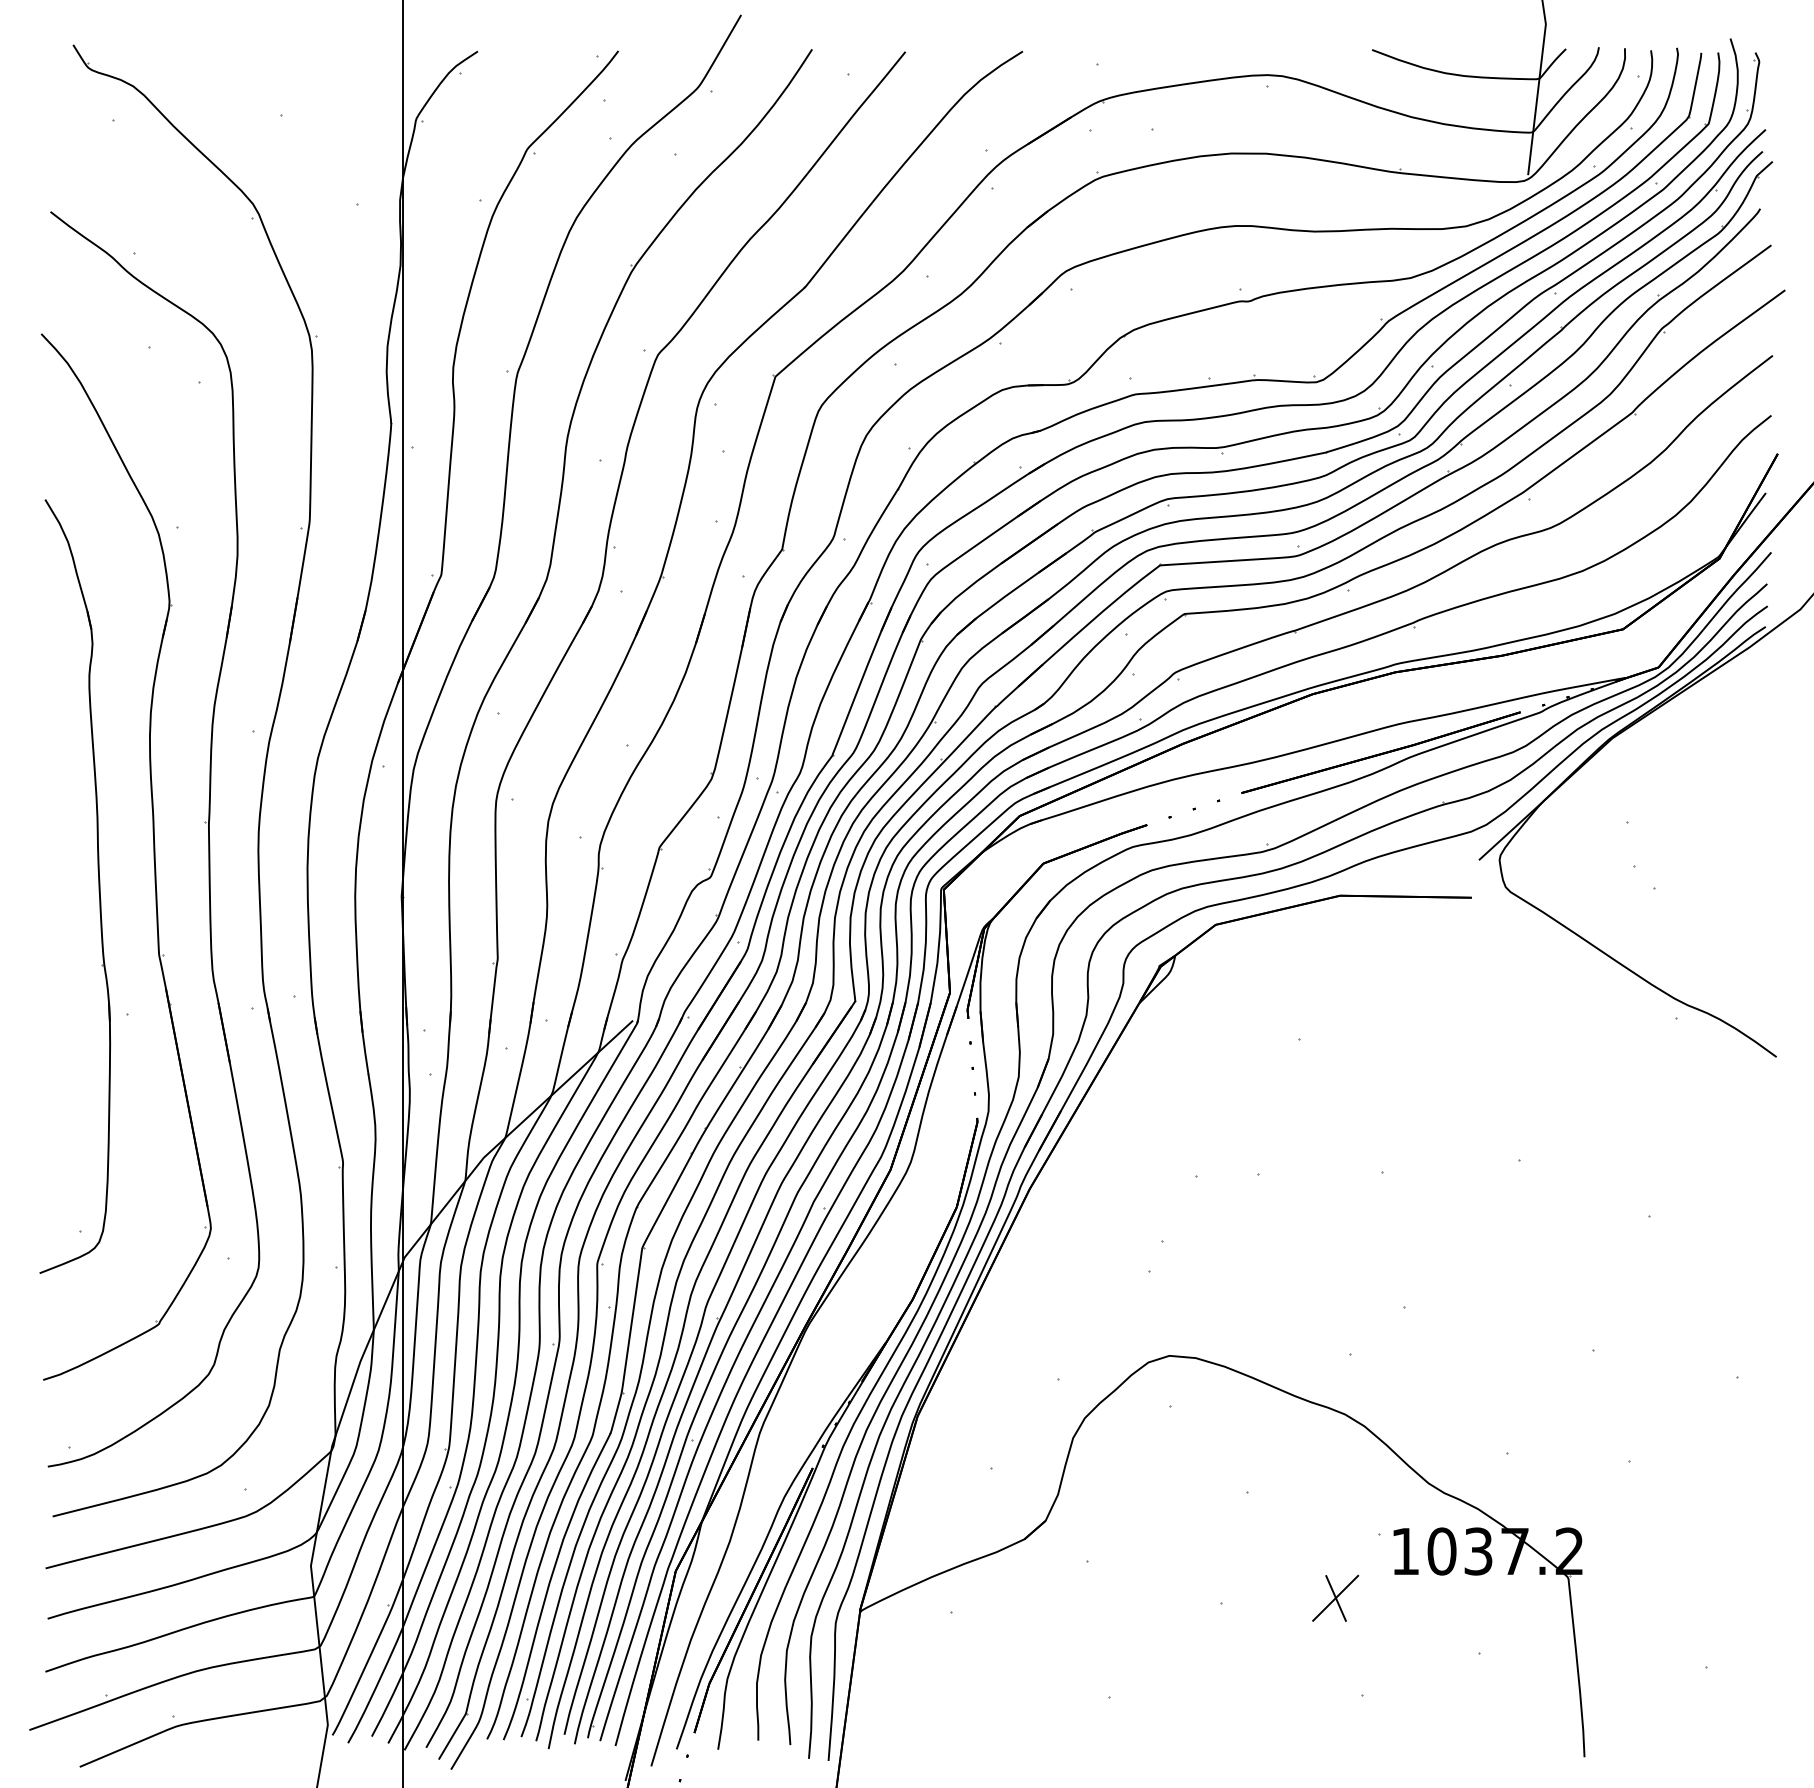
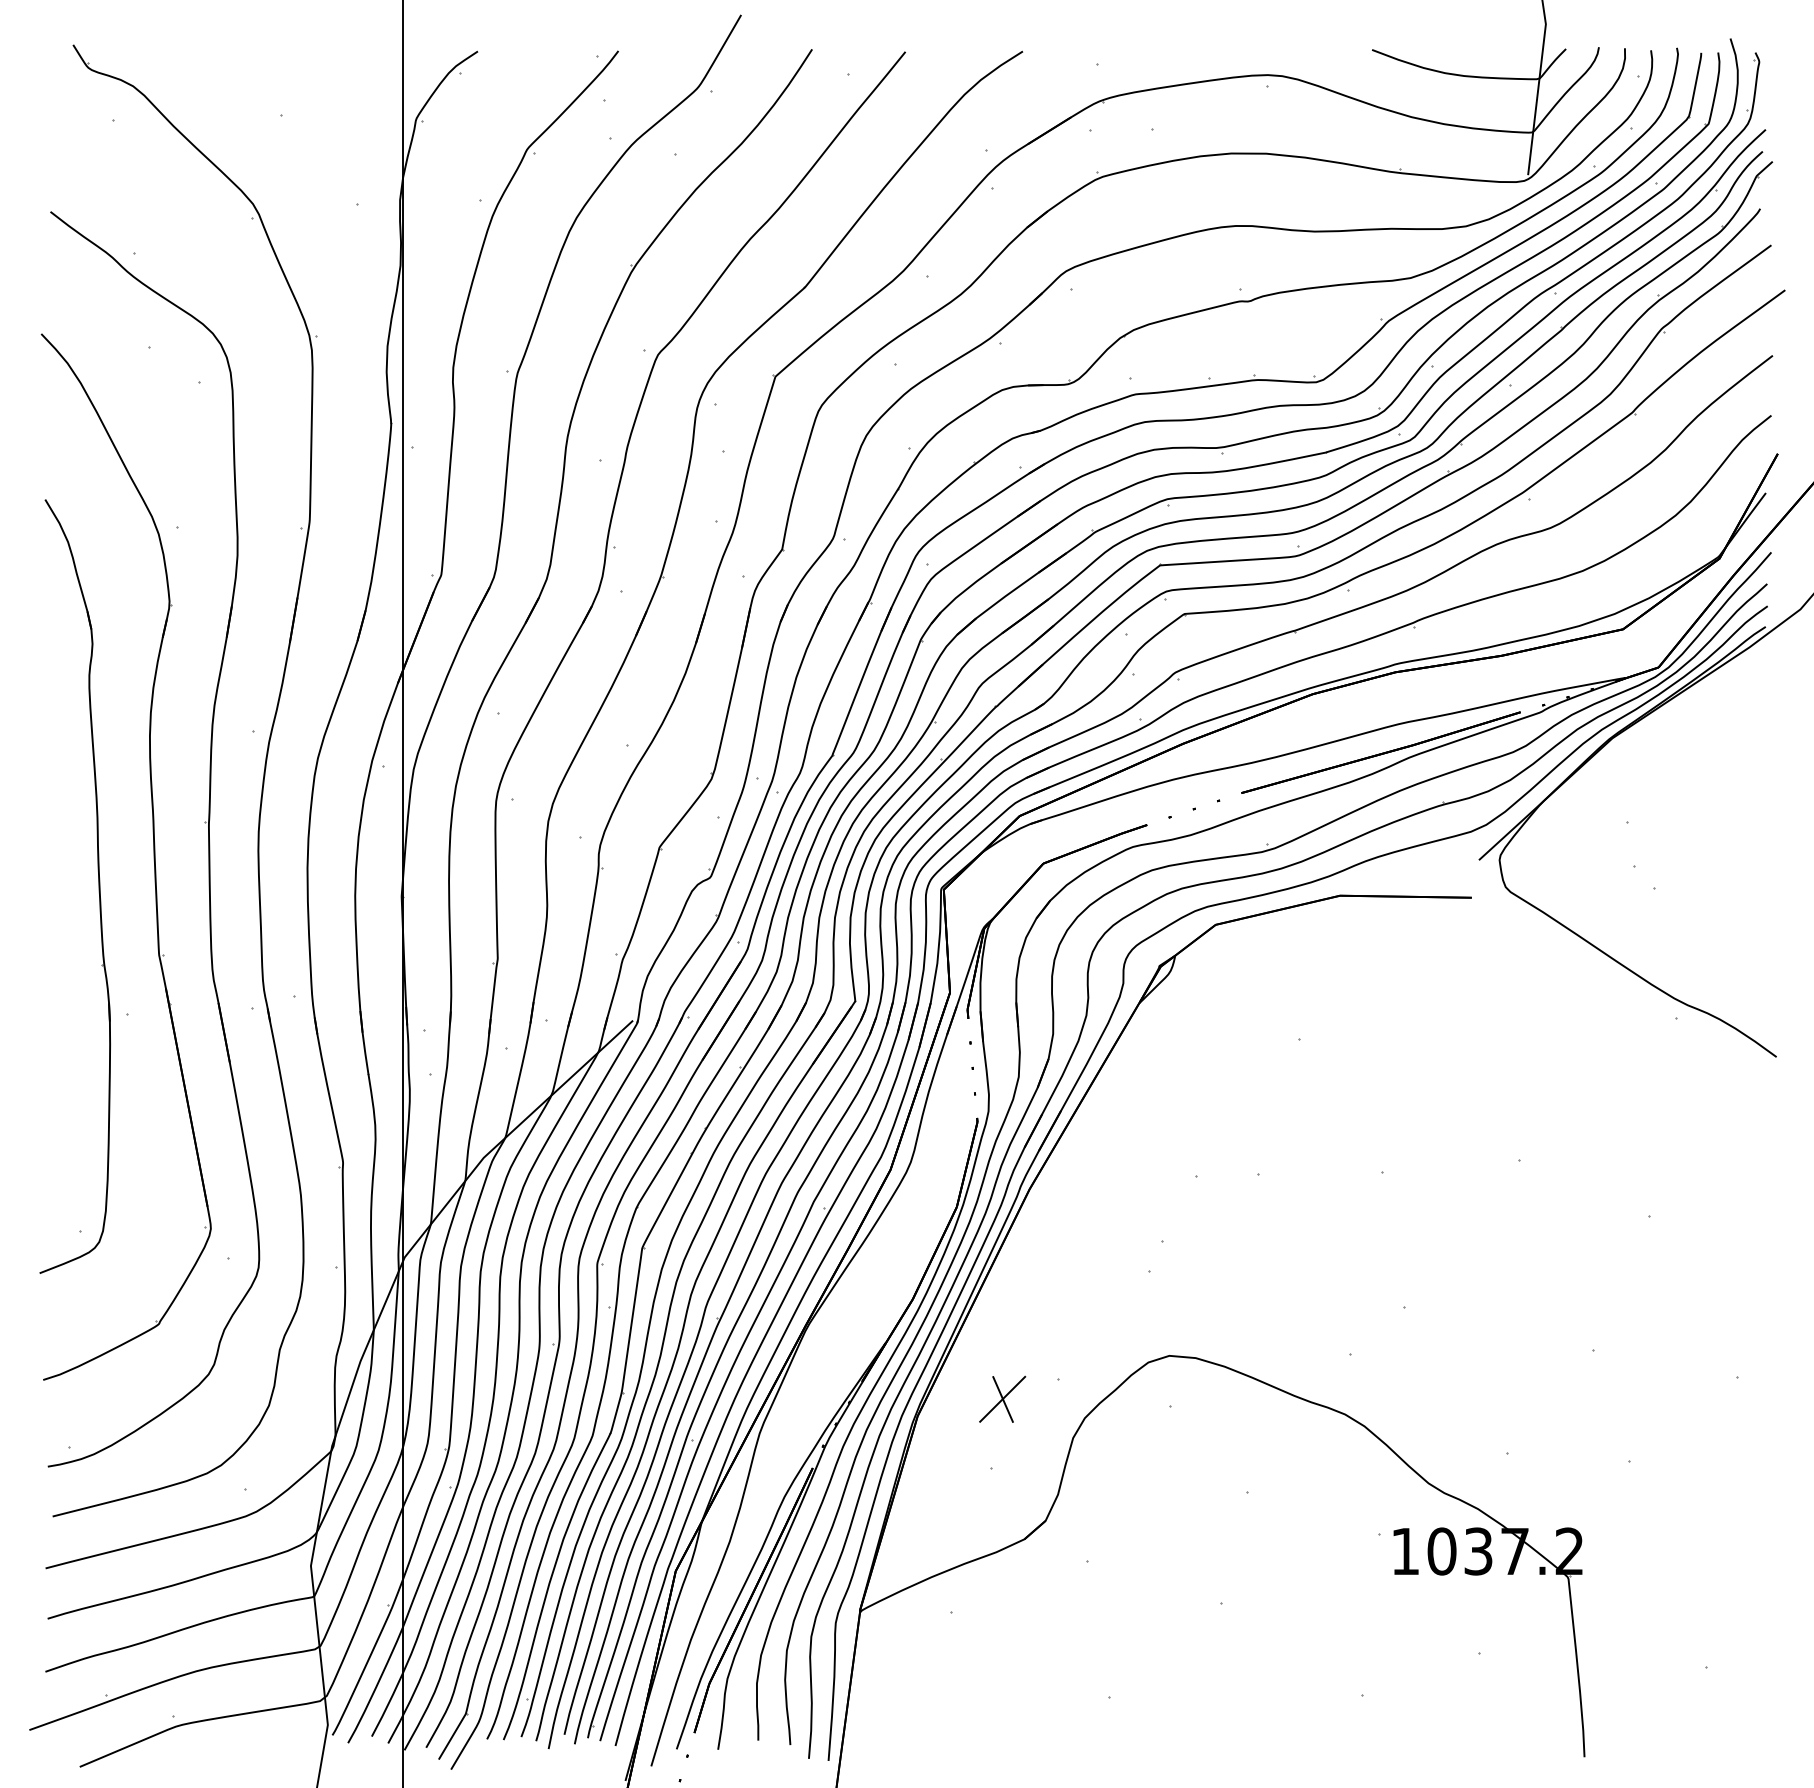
part at (1335, 1597) position: (1335, 1597) -> (1002, 1398)
